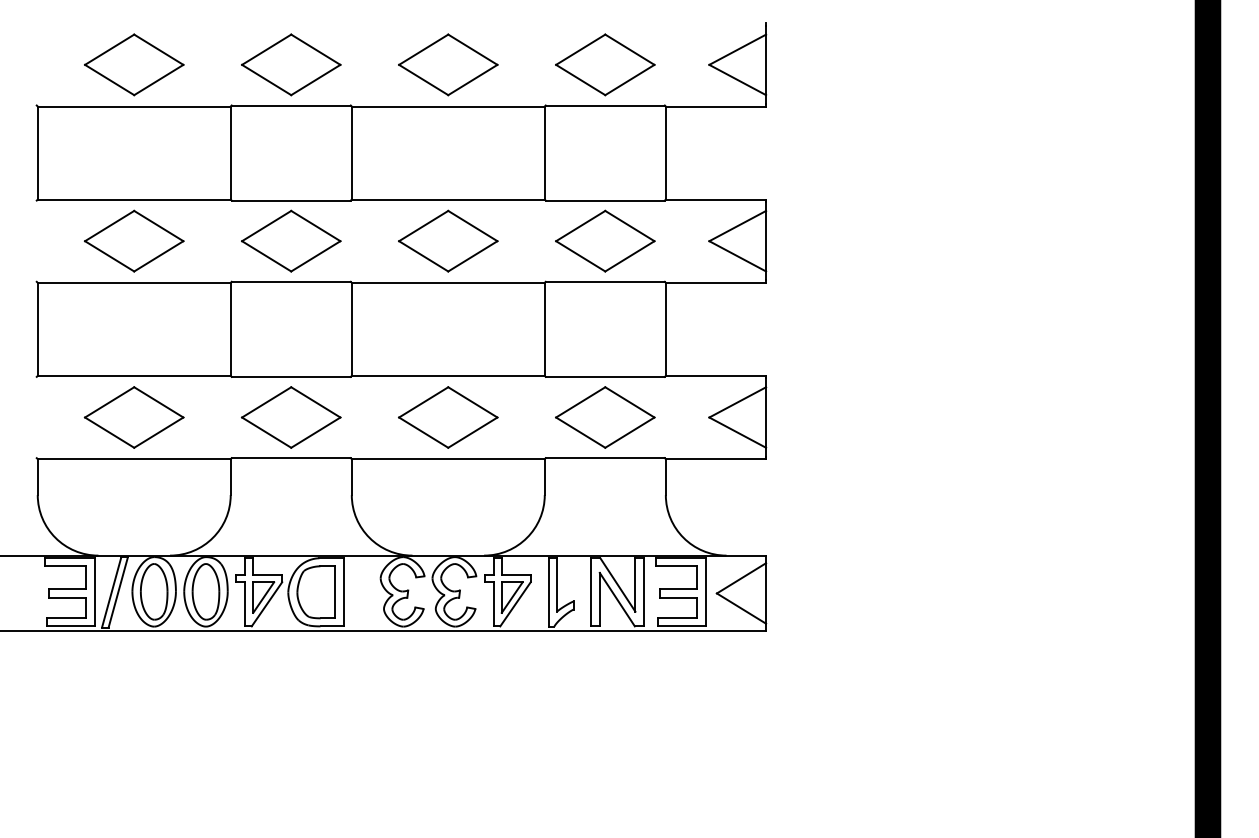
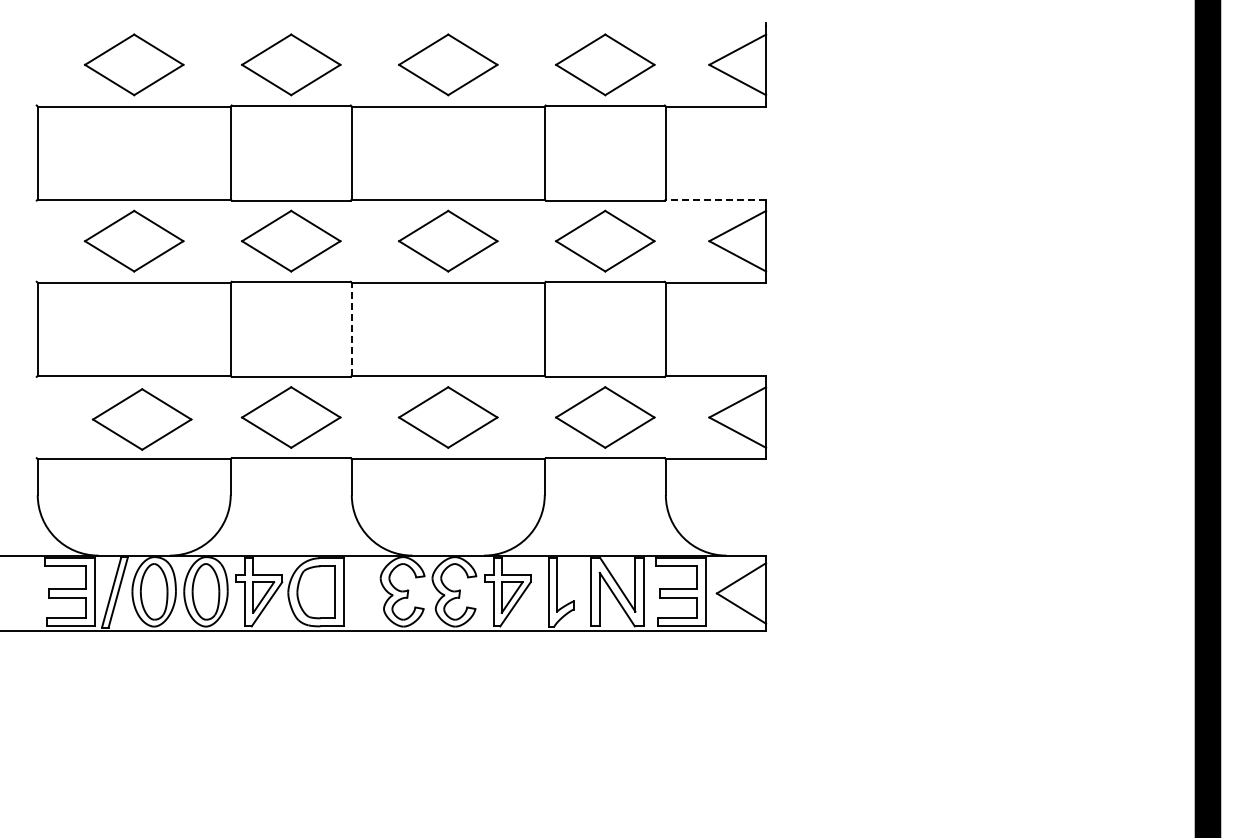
line at (715, 199): solid -> dashed
line at (351, 329): solid -> dashed
part at (133, 417) position: (133, 417) -> (141, 419)
